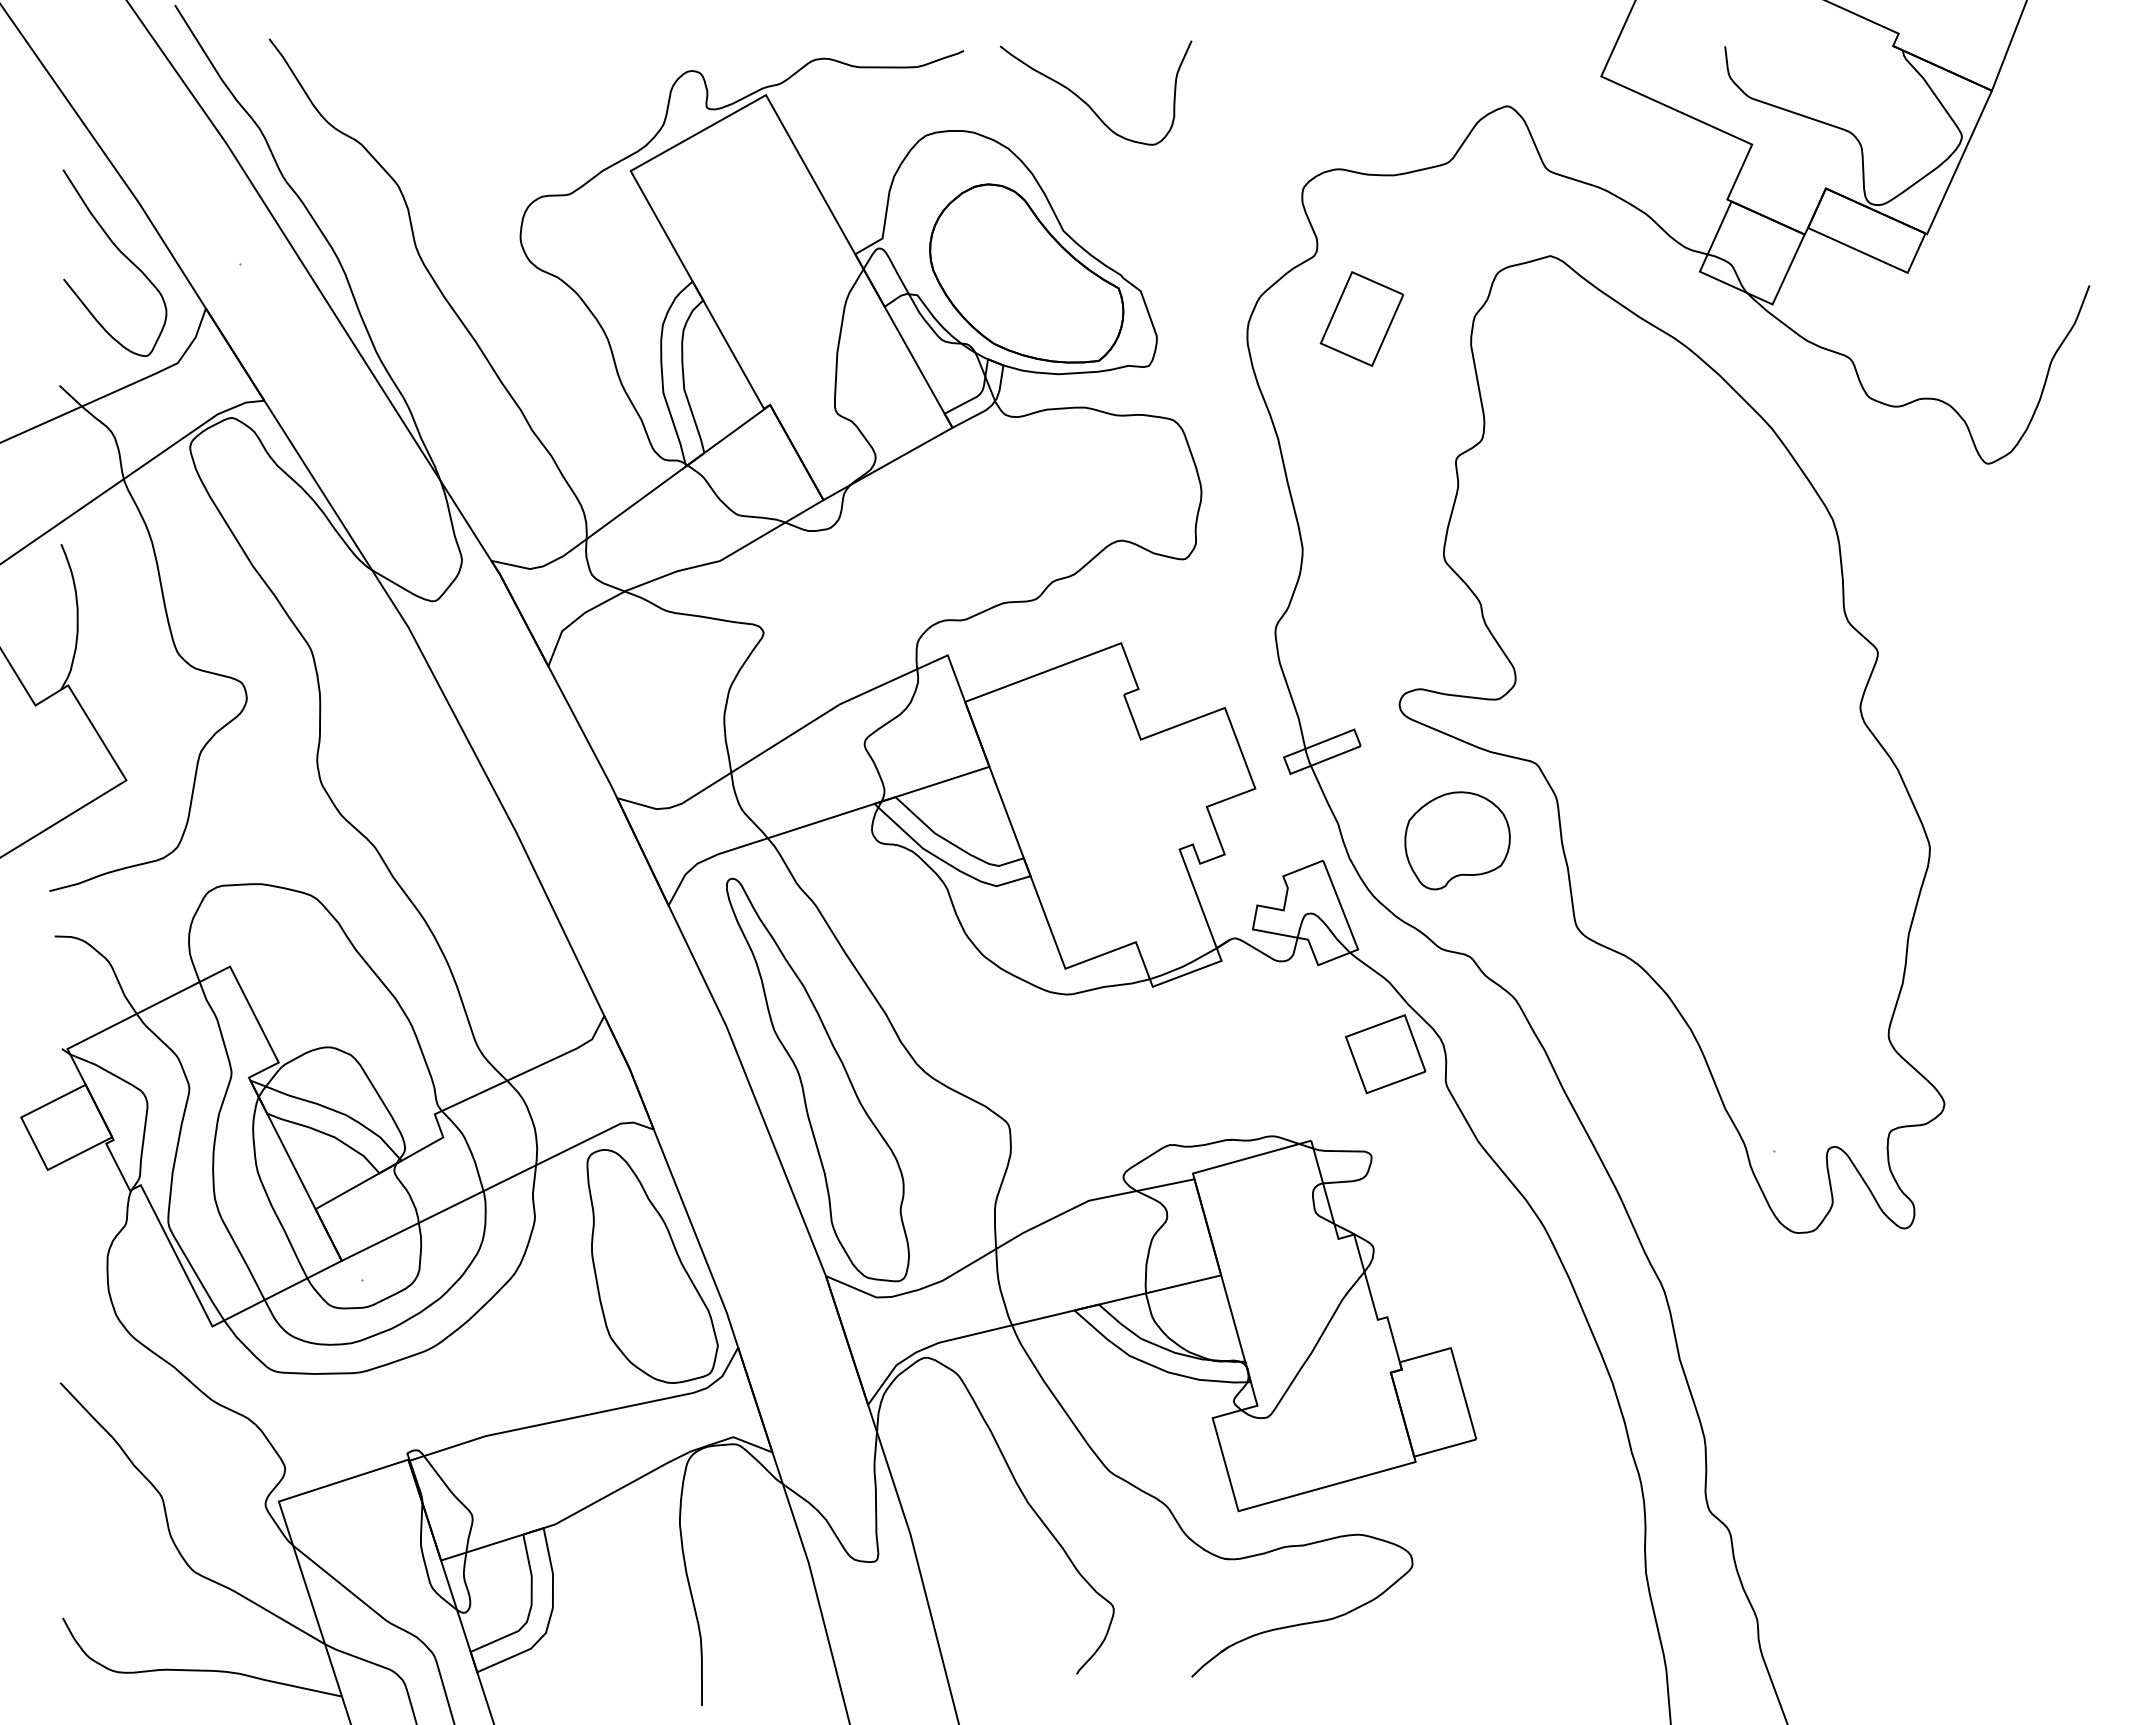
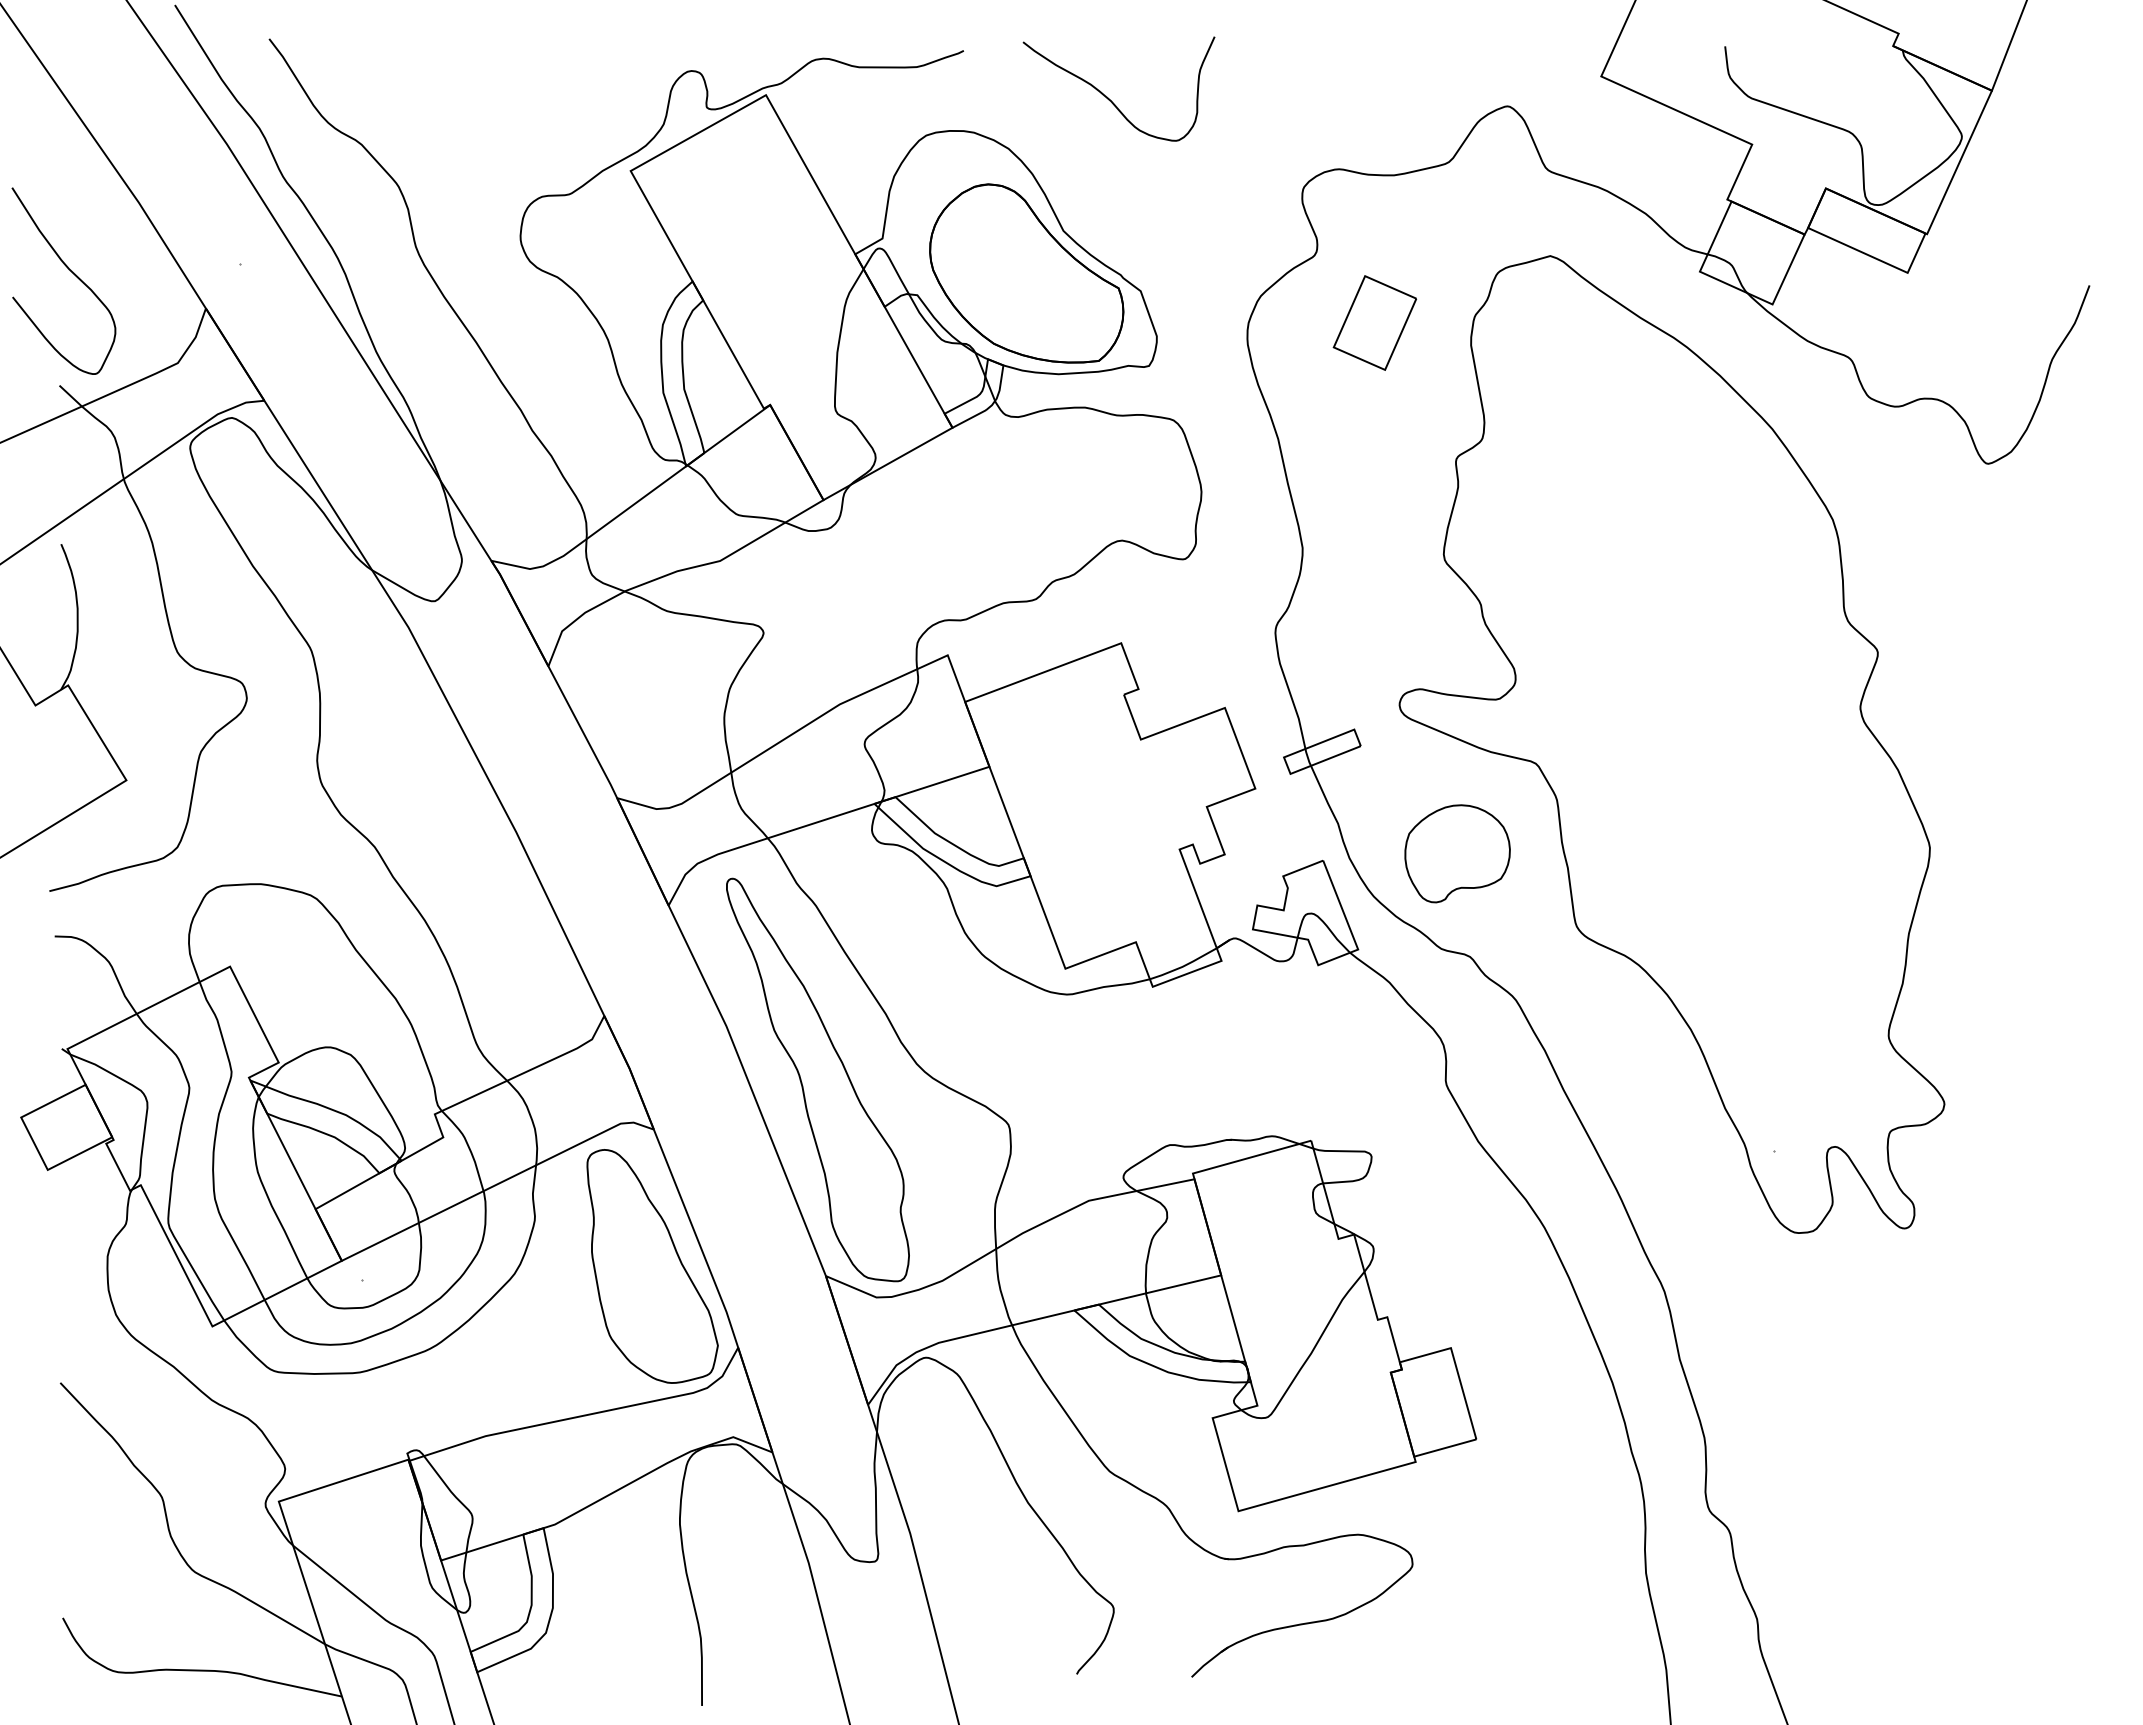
curve at (1085, 101) position: (1085, 101) -> (1108, 97)
curve at (122, 254) position: (122, 254) -> (71, 272)
part at (1361, 318) position: (1361, 318) -> (1374, 322)
part at (1457, 840) position: (1457, 840) -> (1457, 853)
part at (1385, 1054): present -> none
